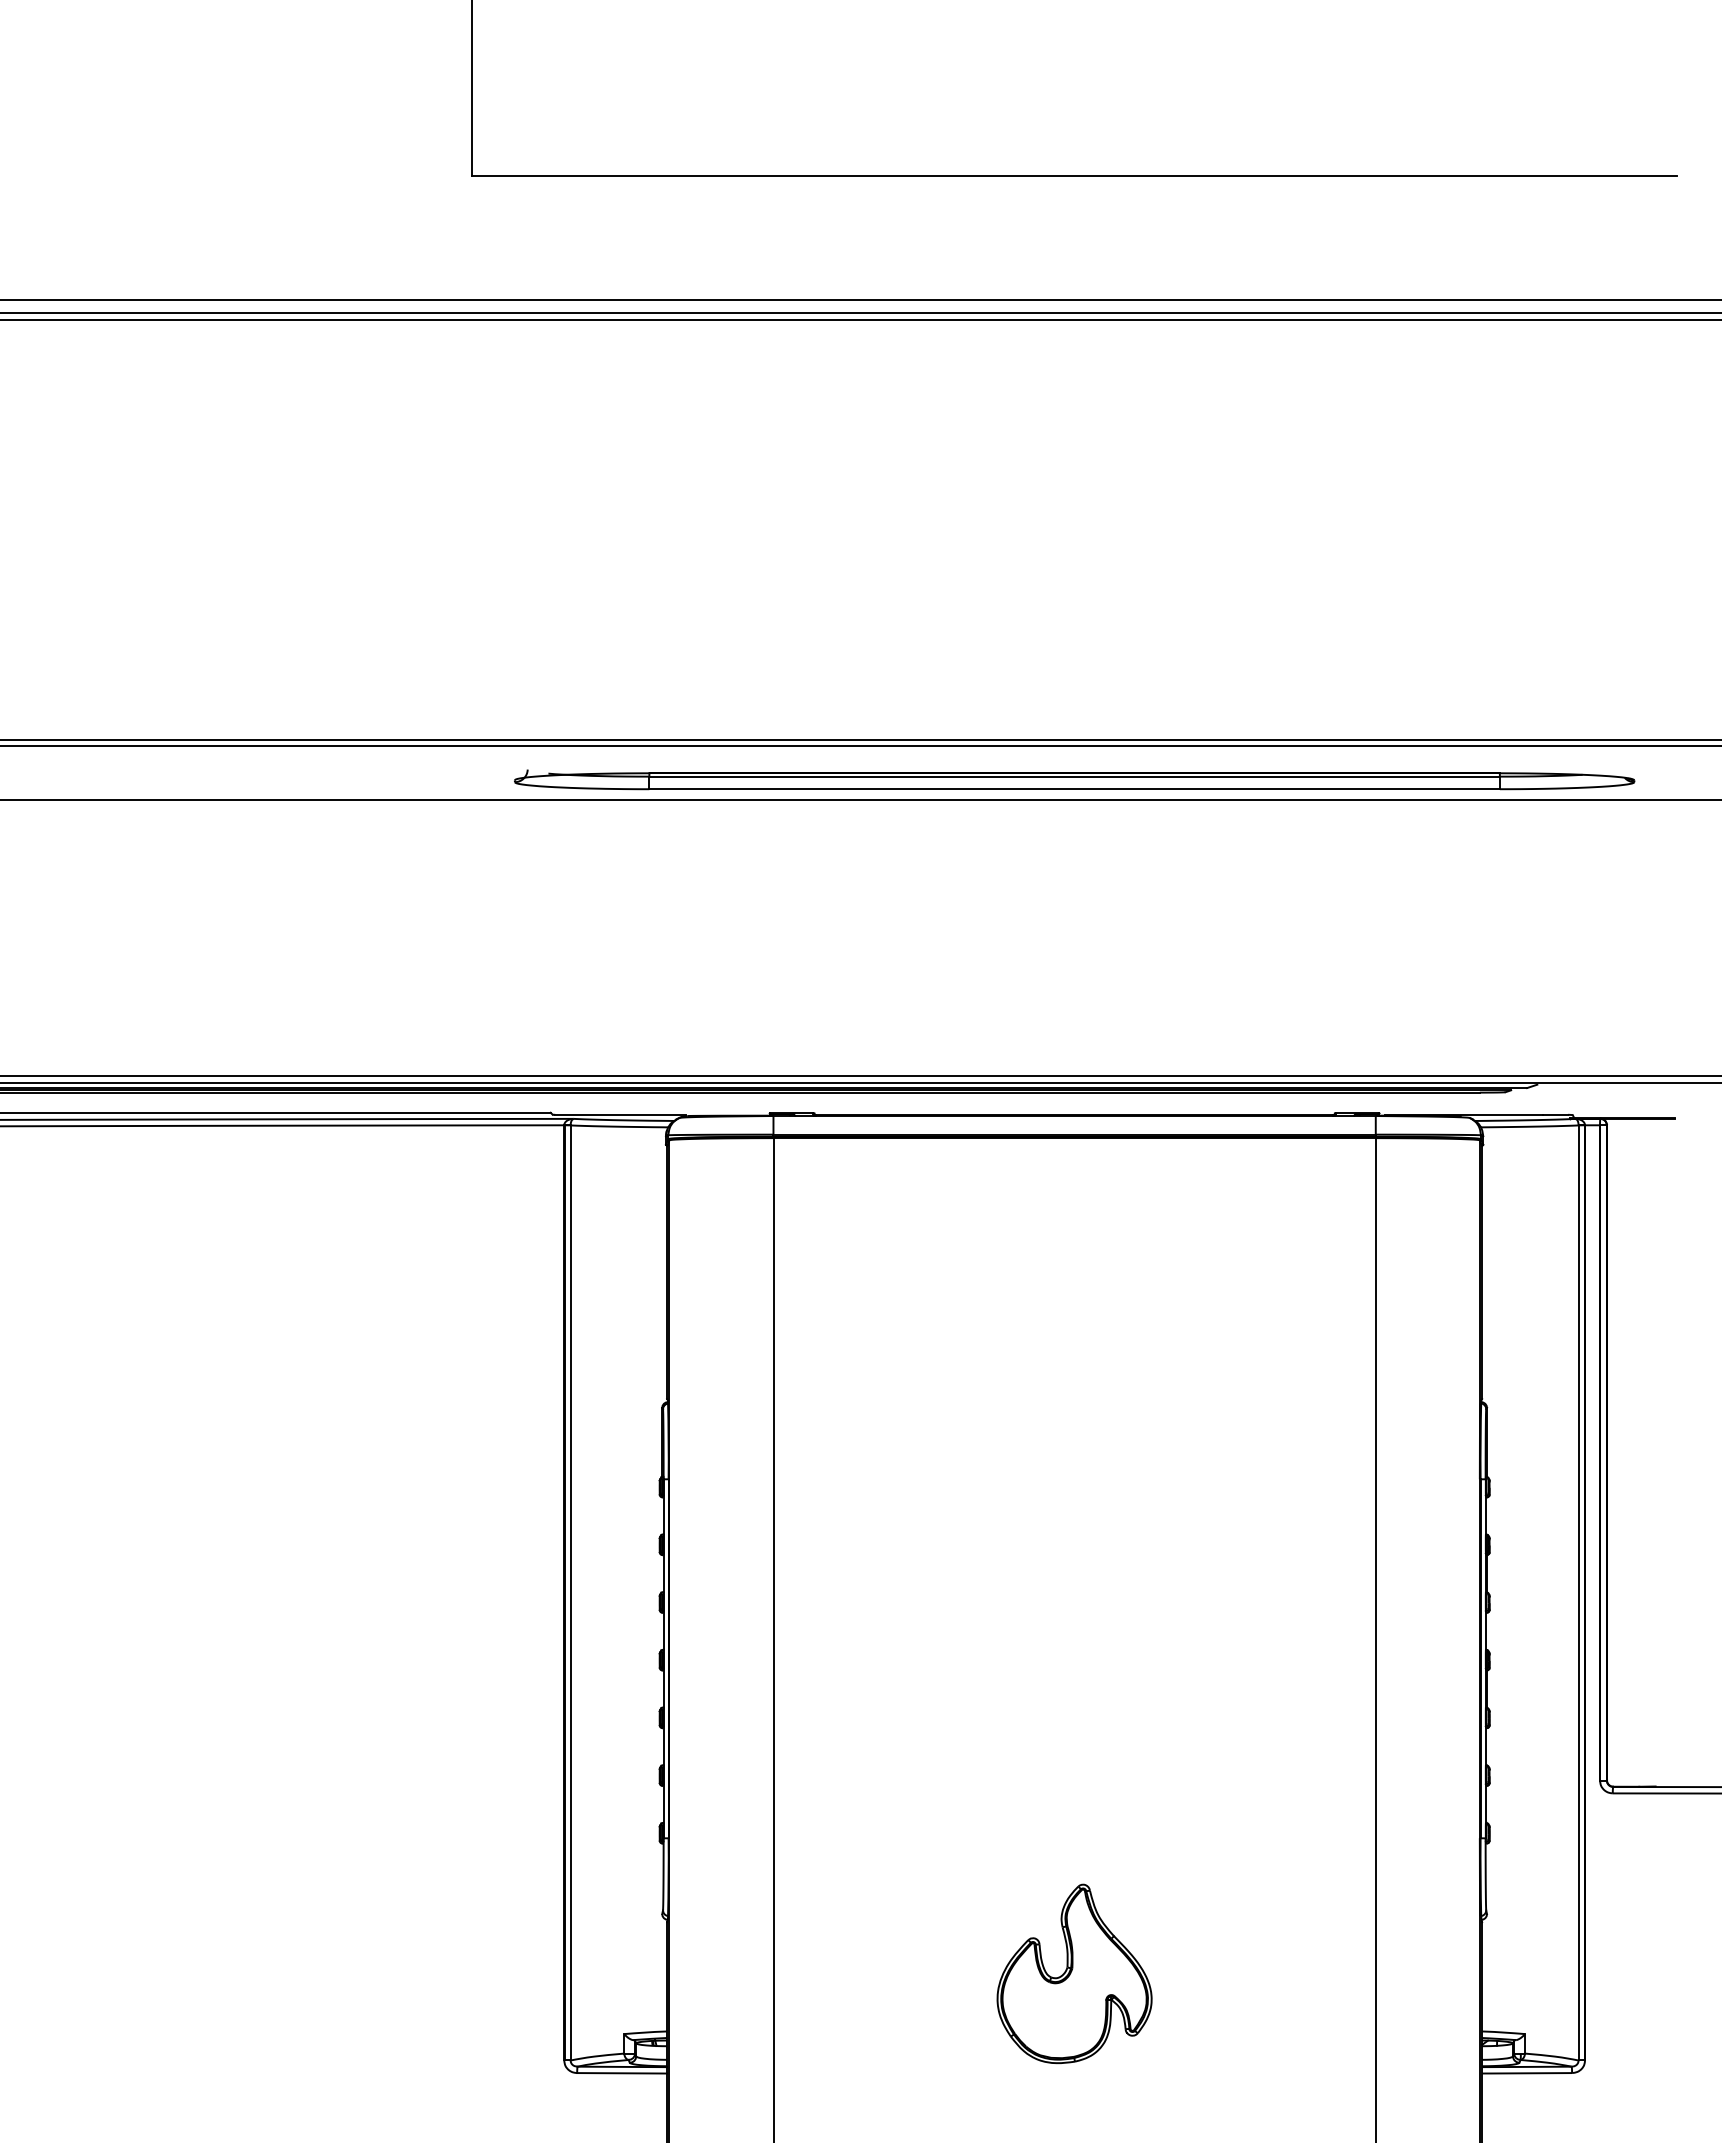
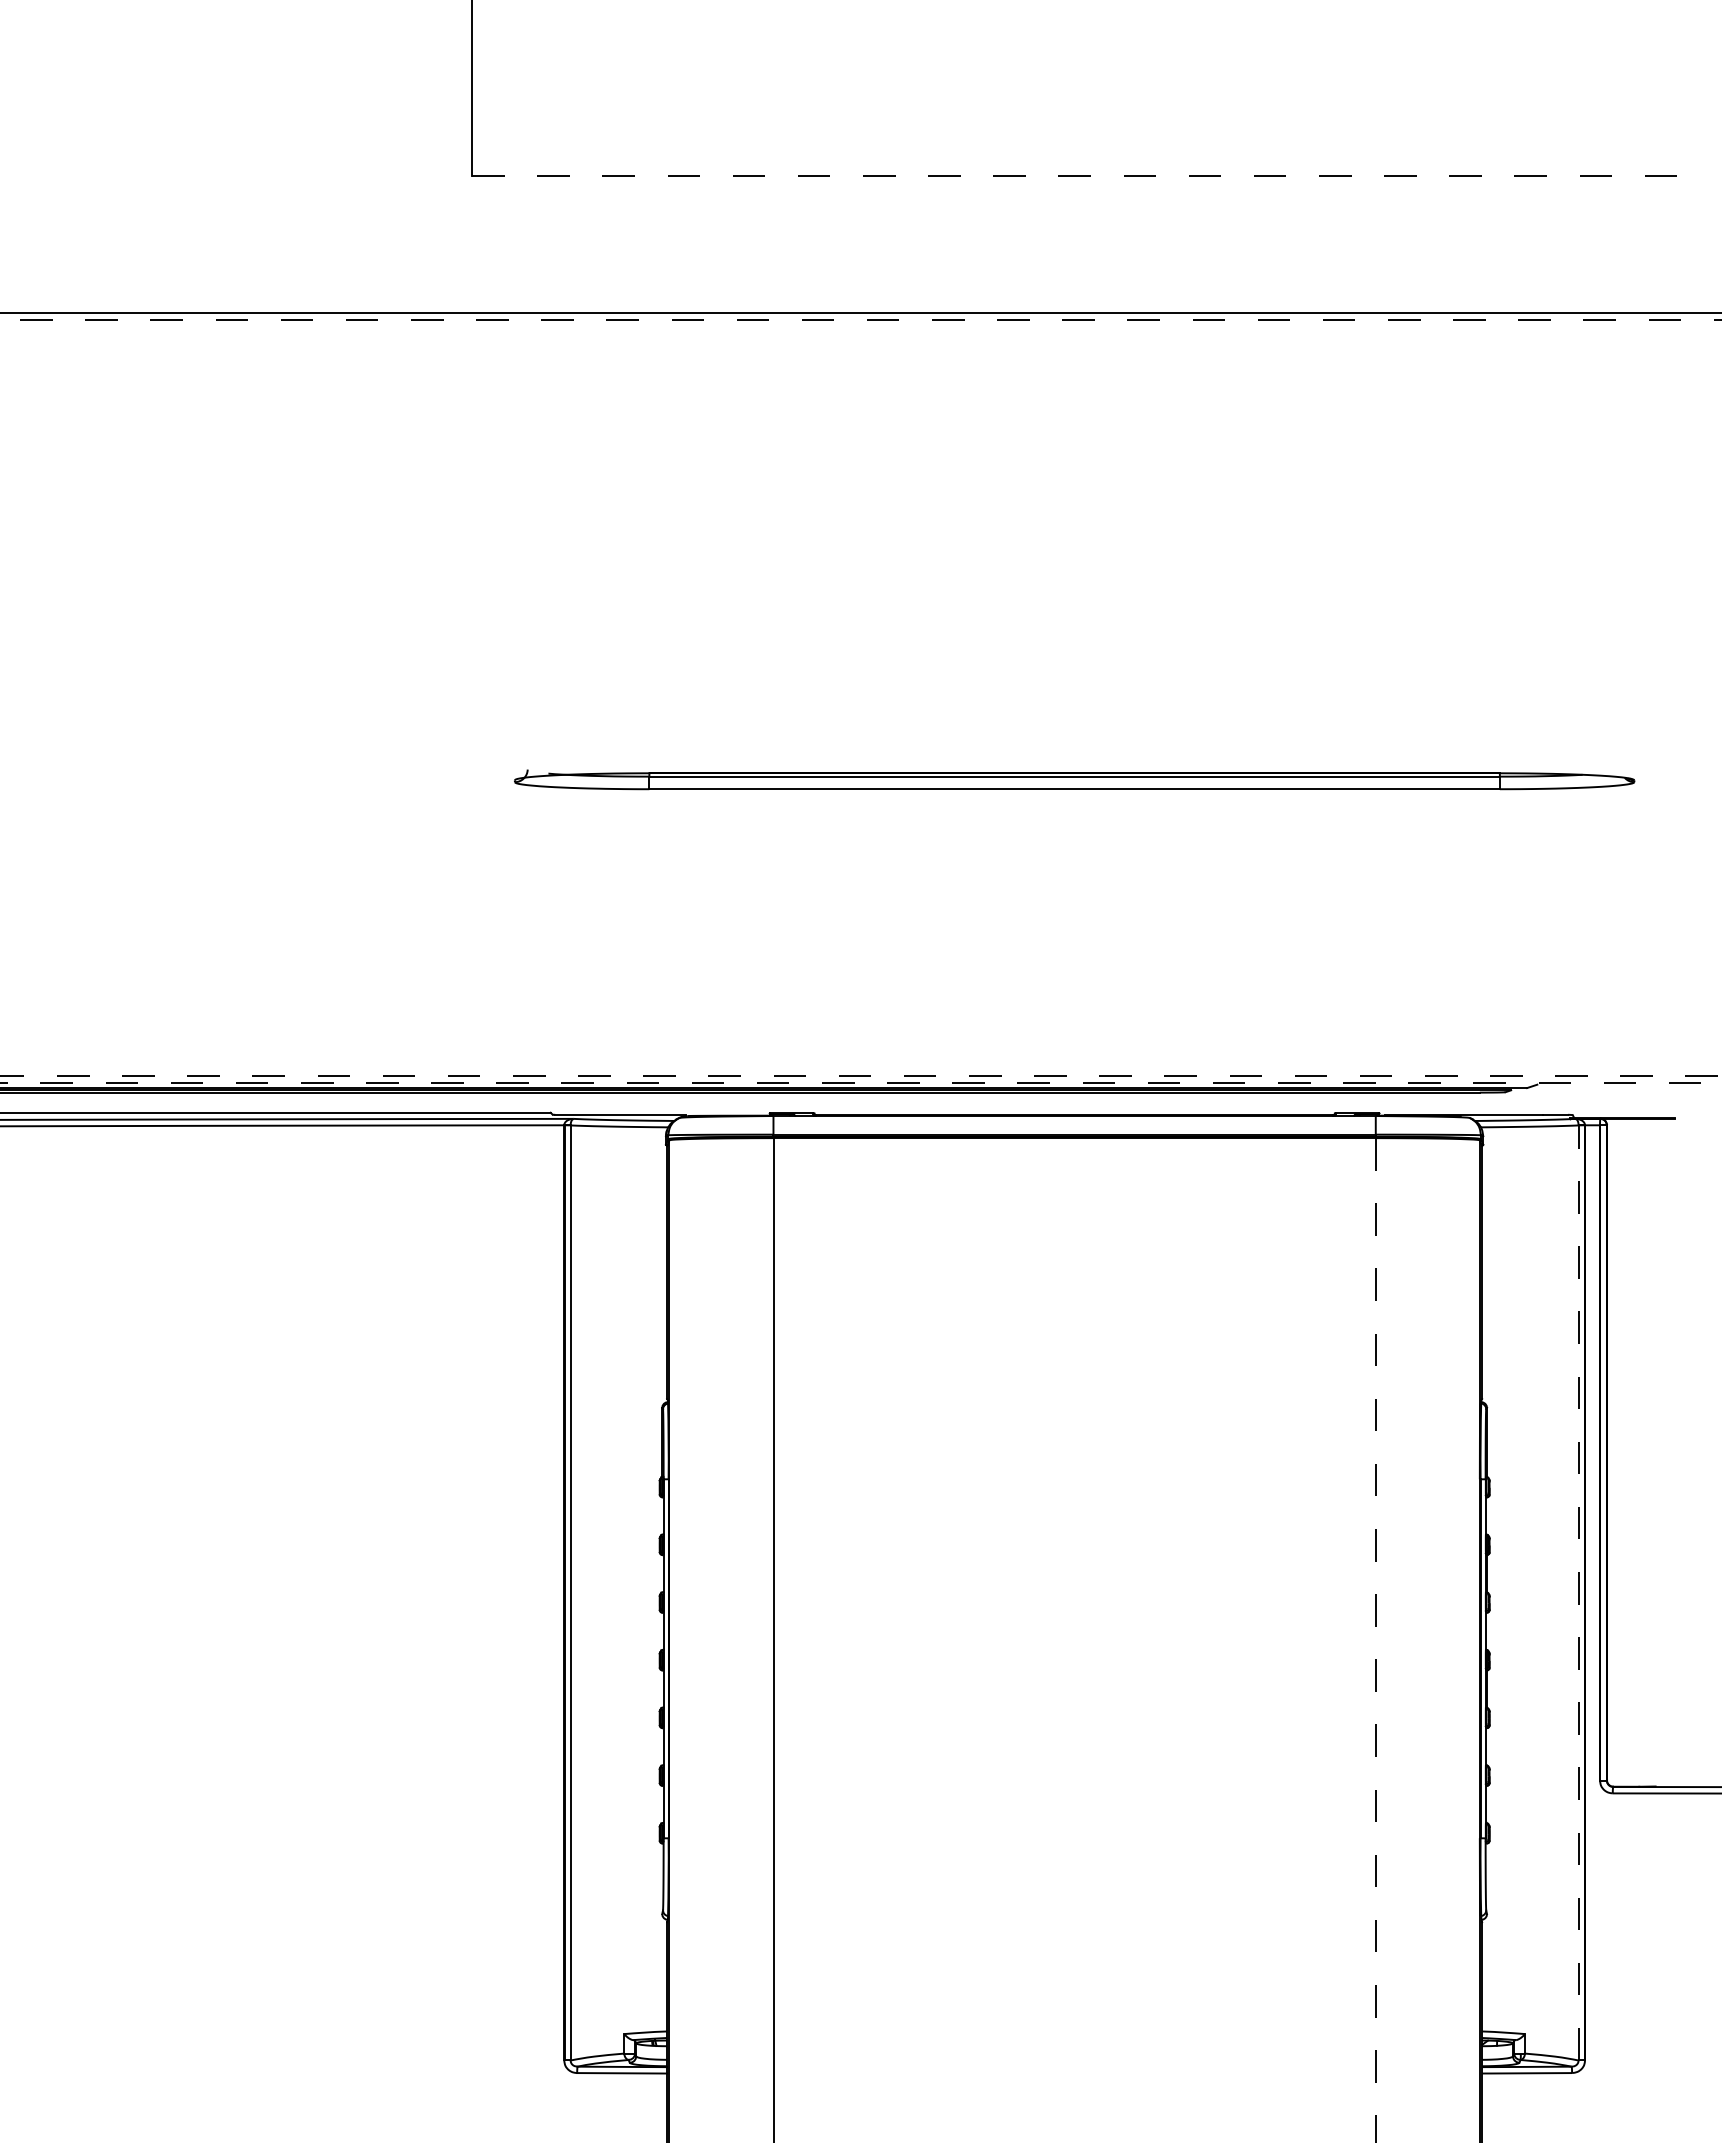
line at (1074, 175): solid -> dashed
line at (860, 300): present -> none
line at (860, 319): solid -> dashed
line at (860, 739): present -> none
line at (860, 746): present -> none
line at (860, 799): present -> none
line at (860, 1076): solid -> dashed
line at (861, 1082): solid -> dashed
line at (1578, 1592): solid -> dashed
line at (1375, 1640): solid -> dashed
part at (1074, 1973): present -> none
